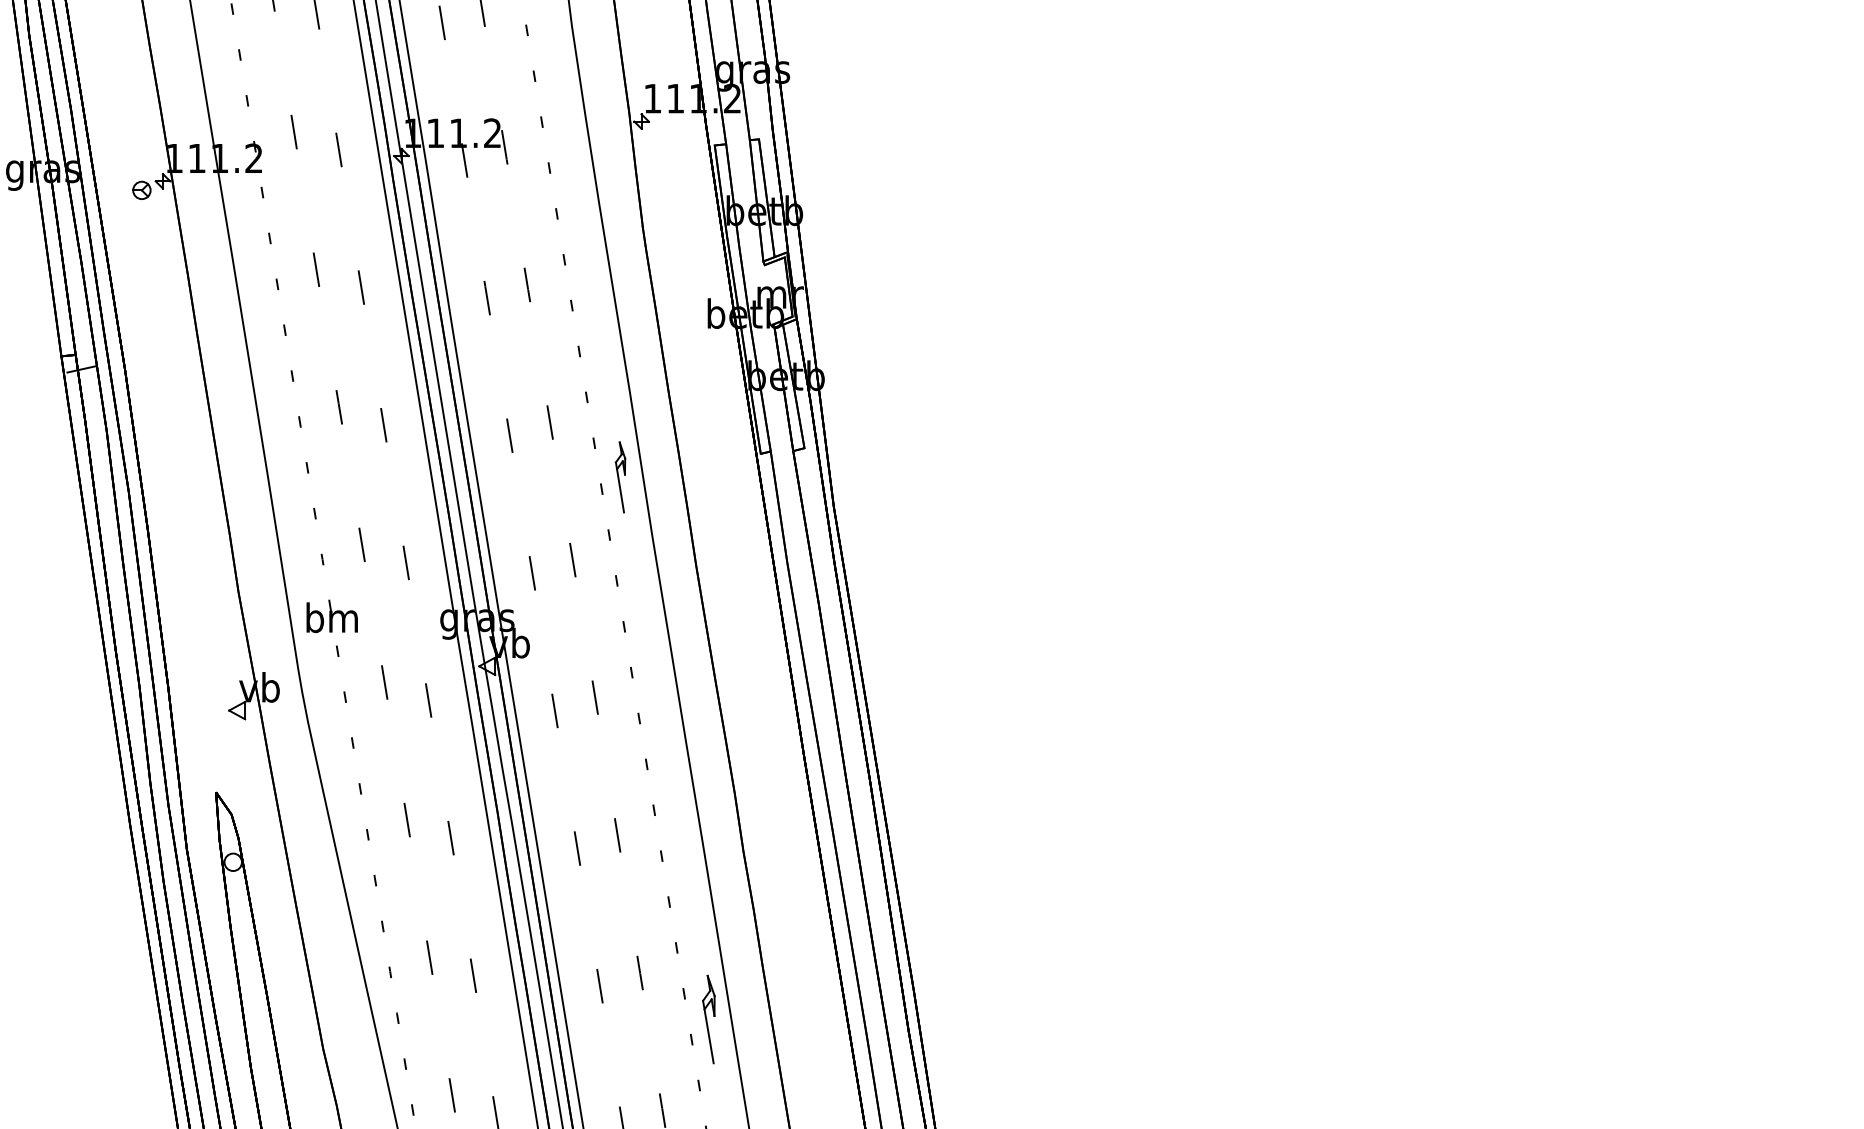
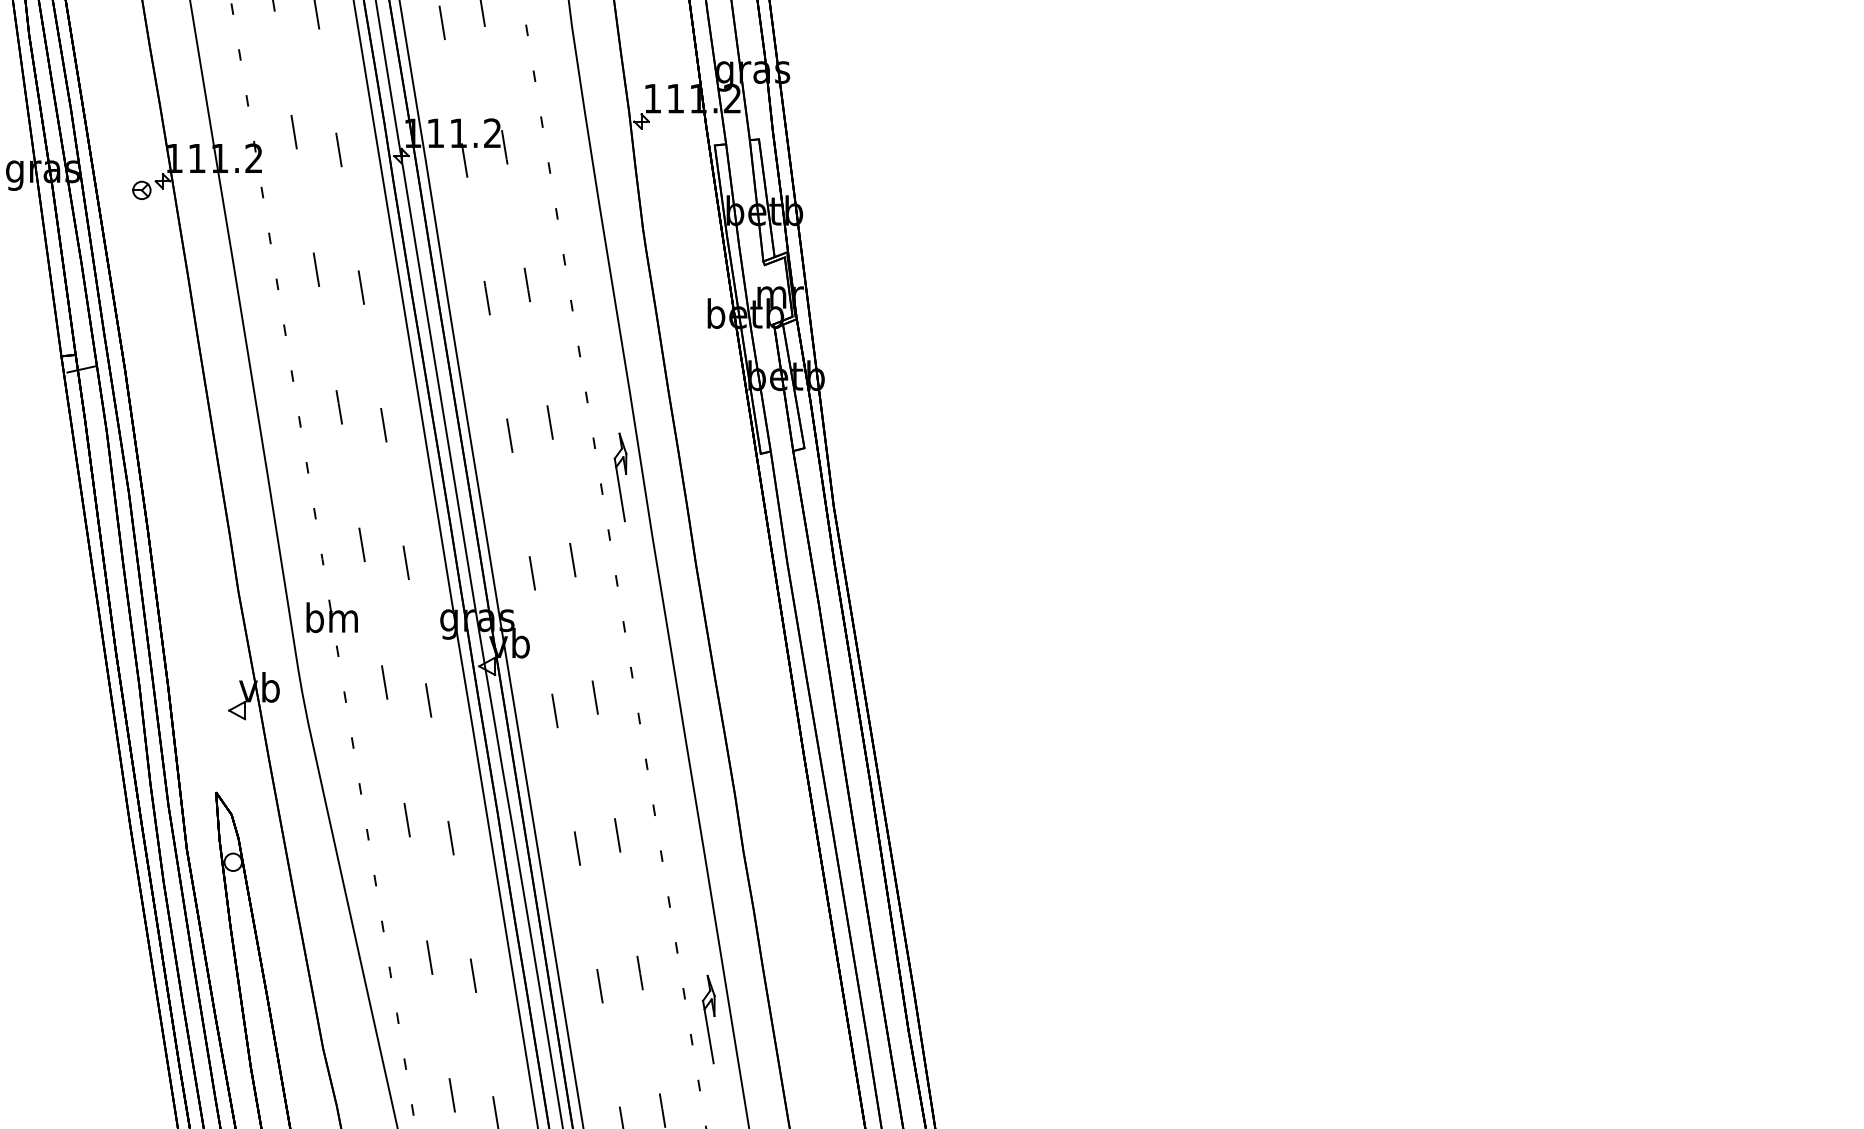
part at (620, 477) size: 13x73 px -> 15x91 px
